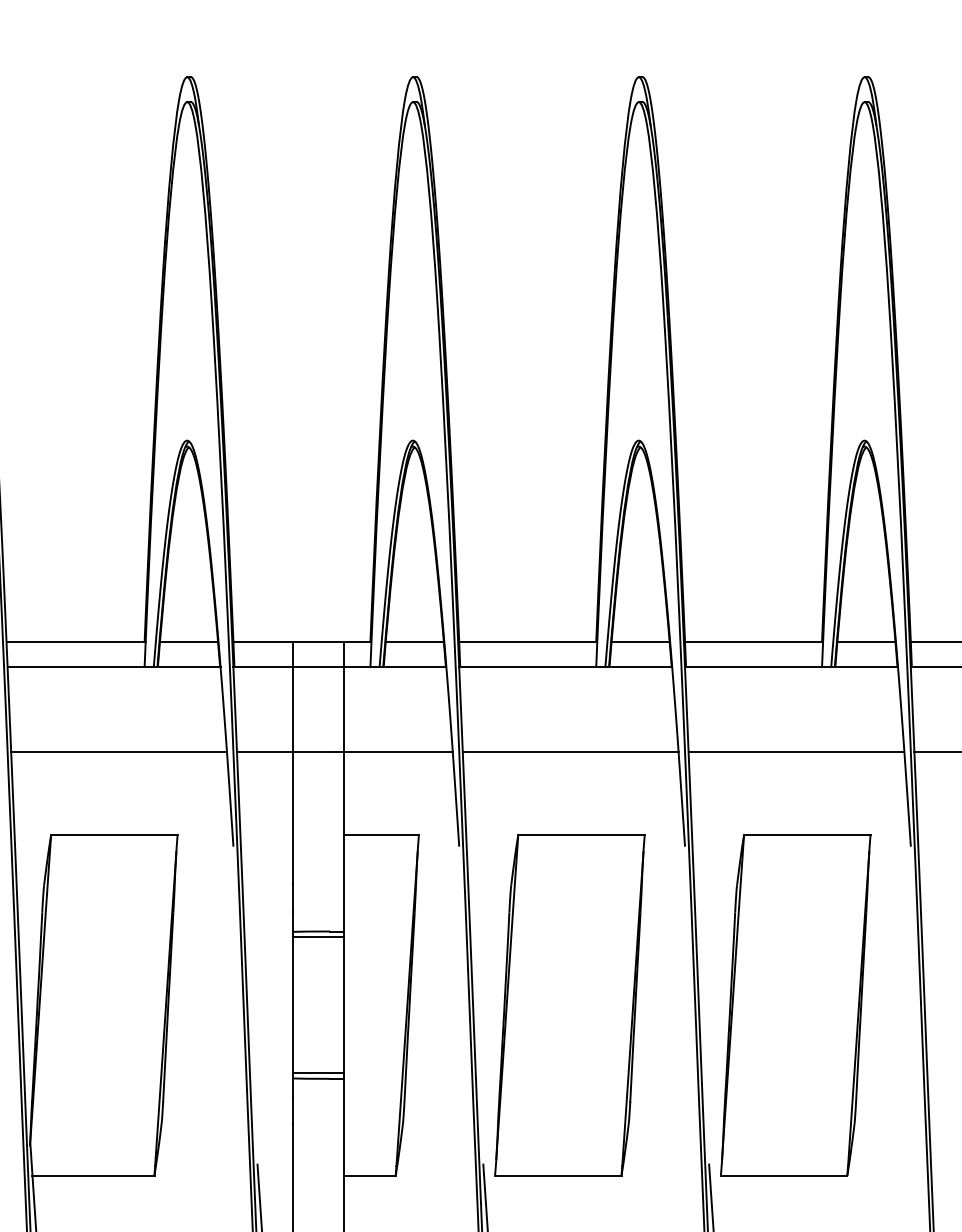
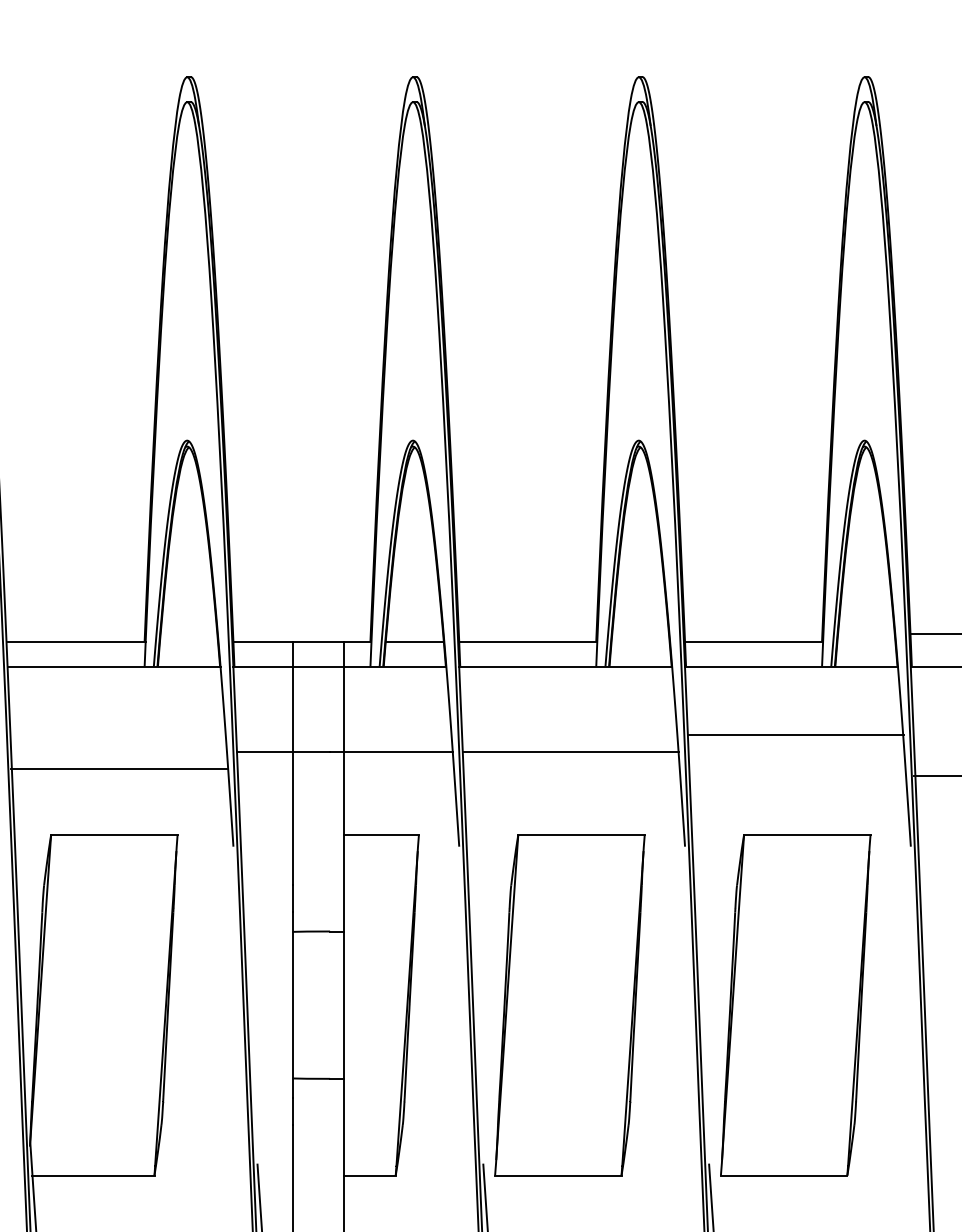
line at (189, 641): present -> none
line at (640, 641): present -> none
line at (866, 641): present -> none
line at (934, 641) position: (934, 641) -> (934, 633)
line at (119, 752) position: (119, 752) -> (119, 769)
line at (796, 752) position: (796, 752) -> (796, 735)
line at (936, 752) position: (936, 752) -> (936, 776)
line at (318, 937): present -> none
line at (318, 1072): present -> none
